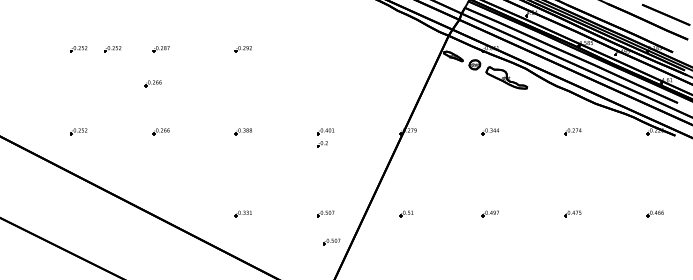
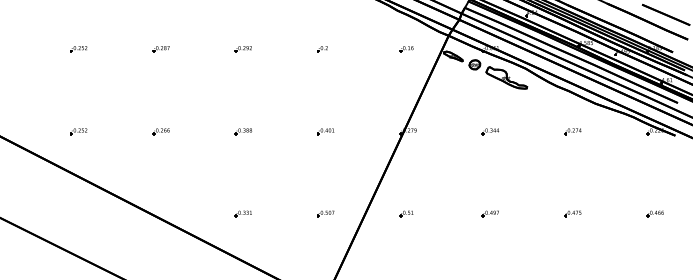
part at (112, 49): present -> none
part at (406, 49): none -> present
part at (152, 83): present -> none
part at (322, 144) position: (322, 144) -> (322, 49)
part at (331, 241): present -> none
